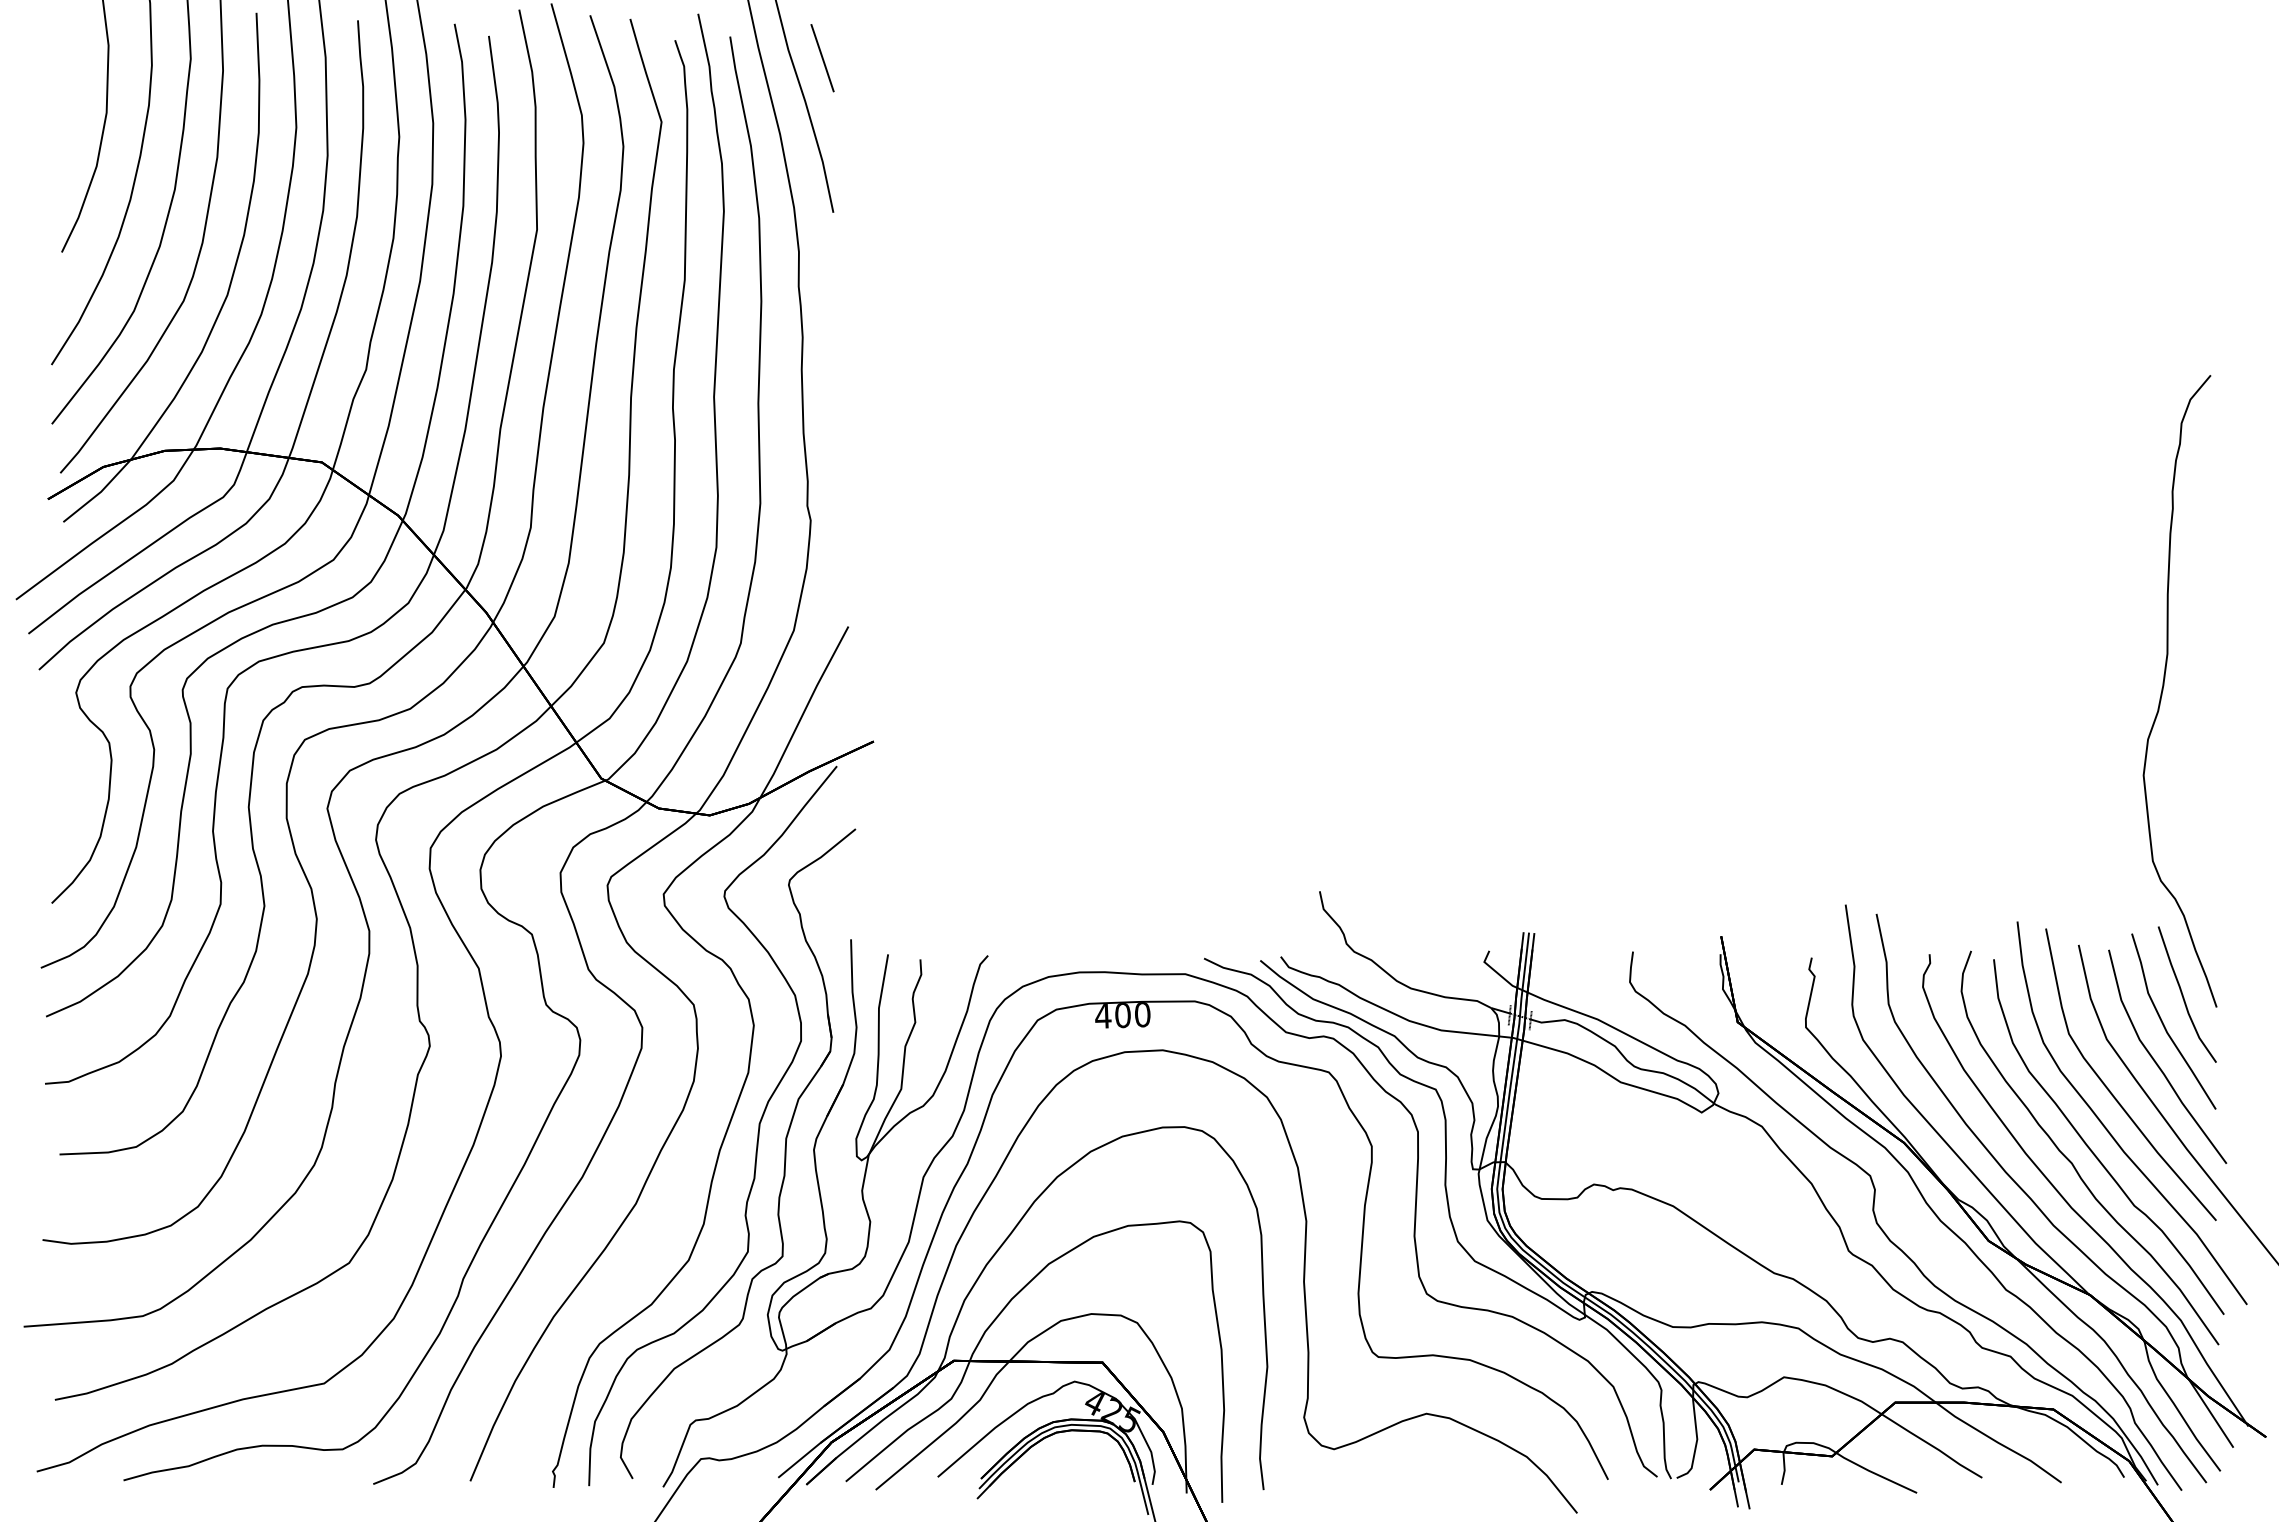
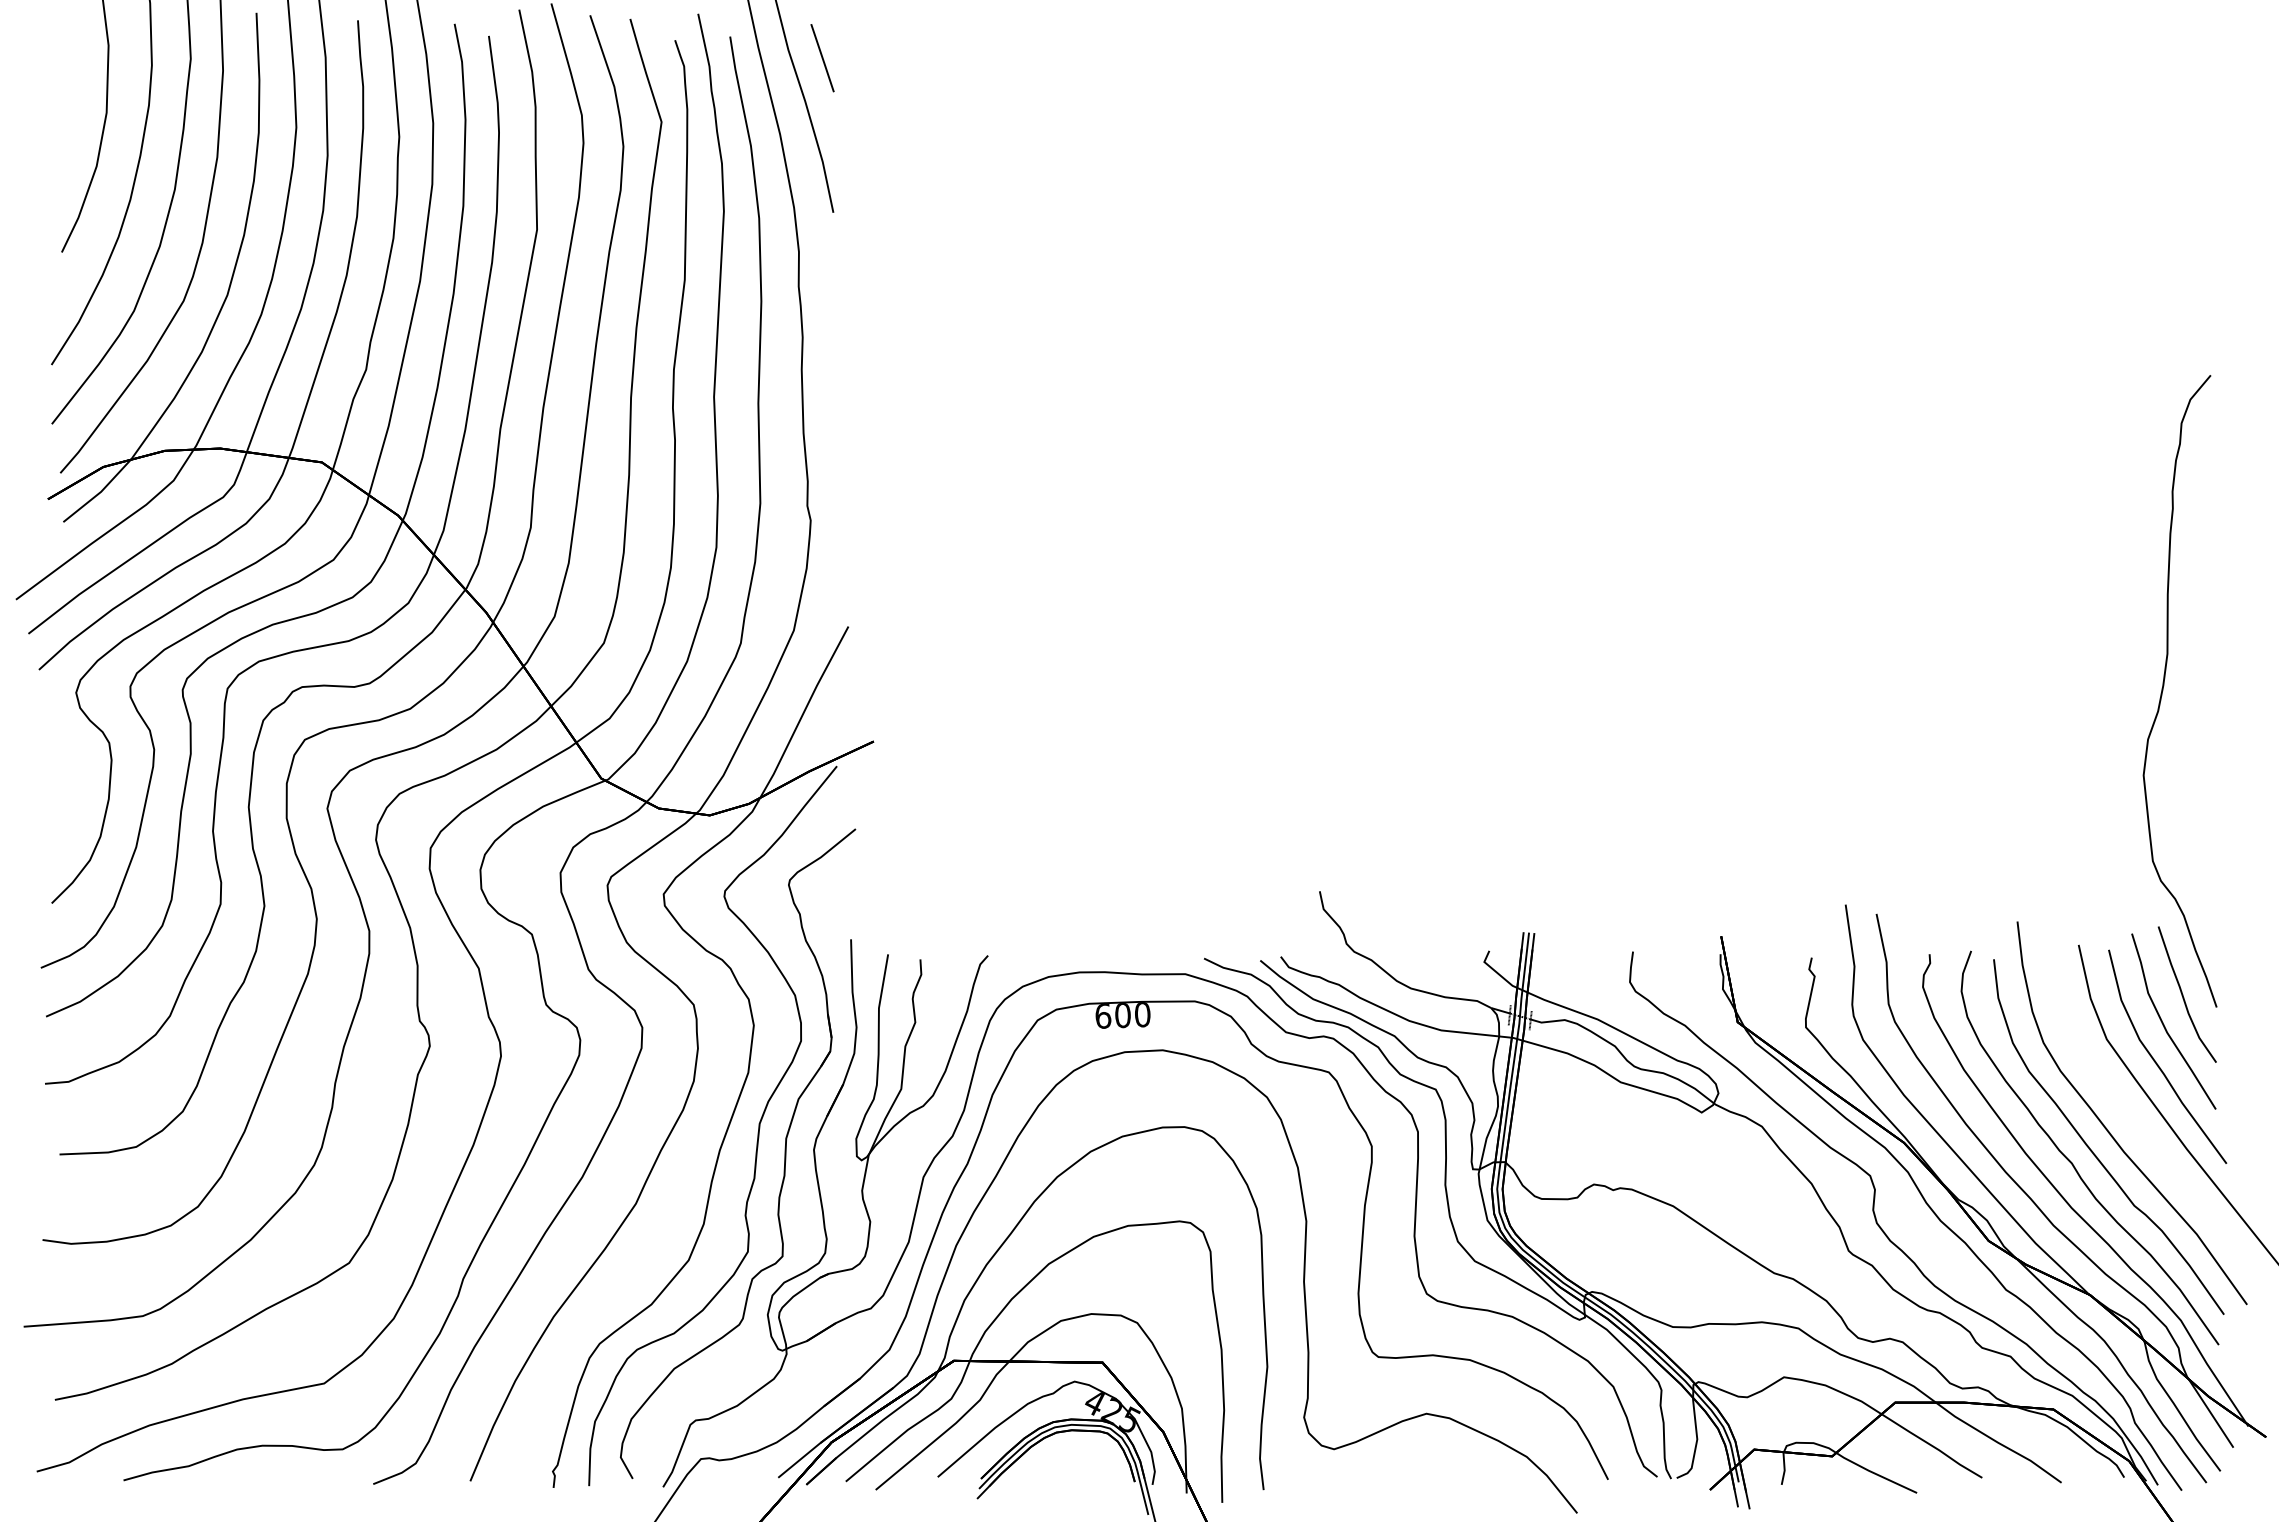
text at (1103, 1016): 400 -> 600
part at (2110, 1090): present -> none
